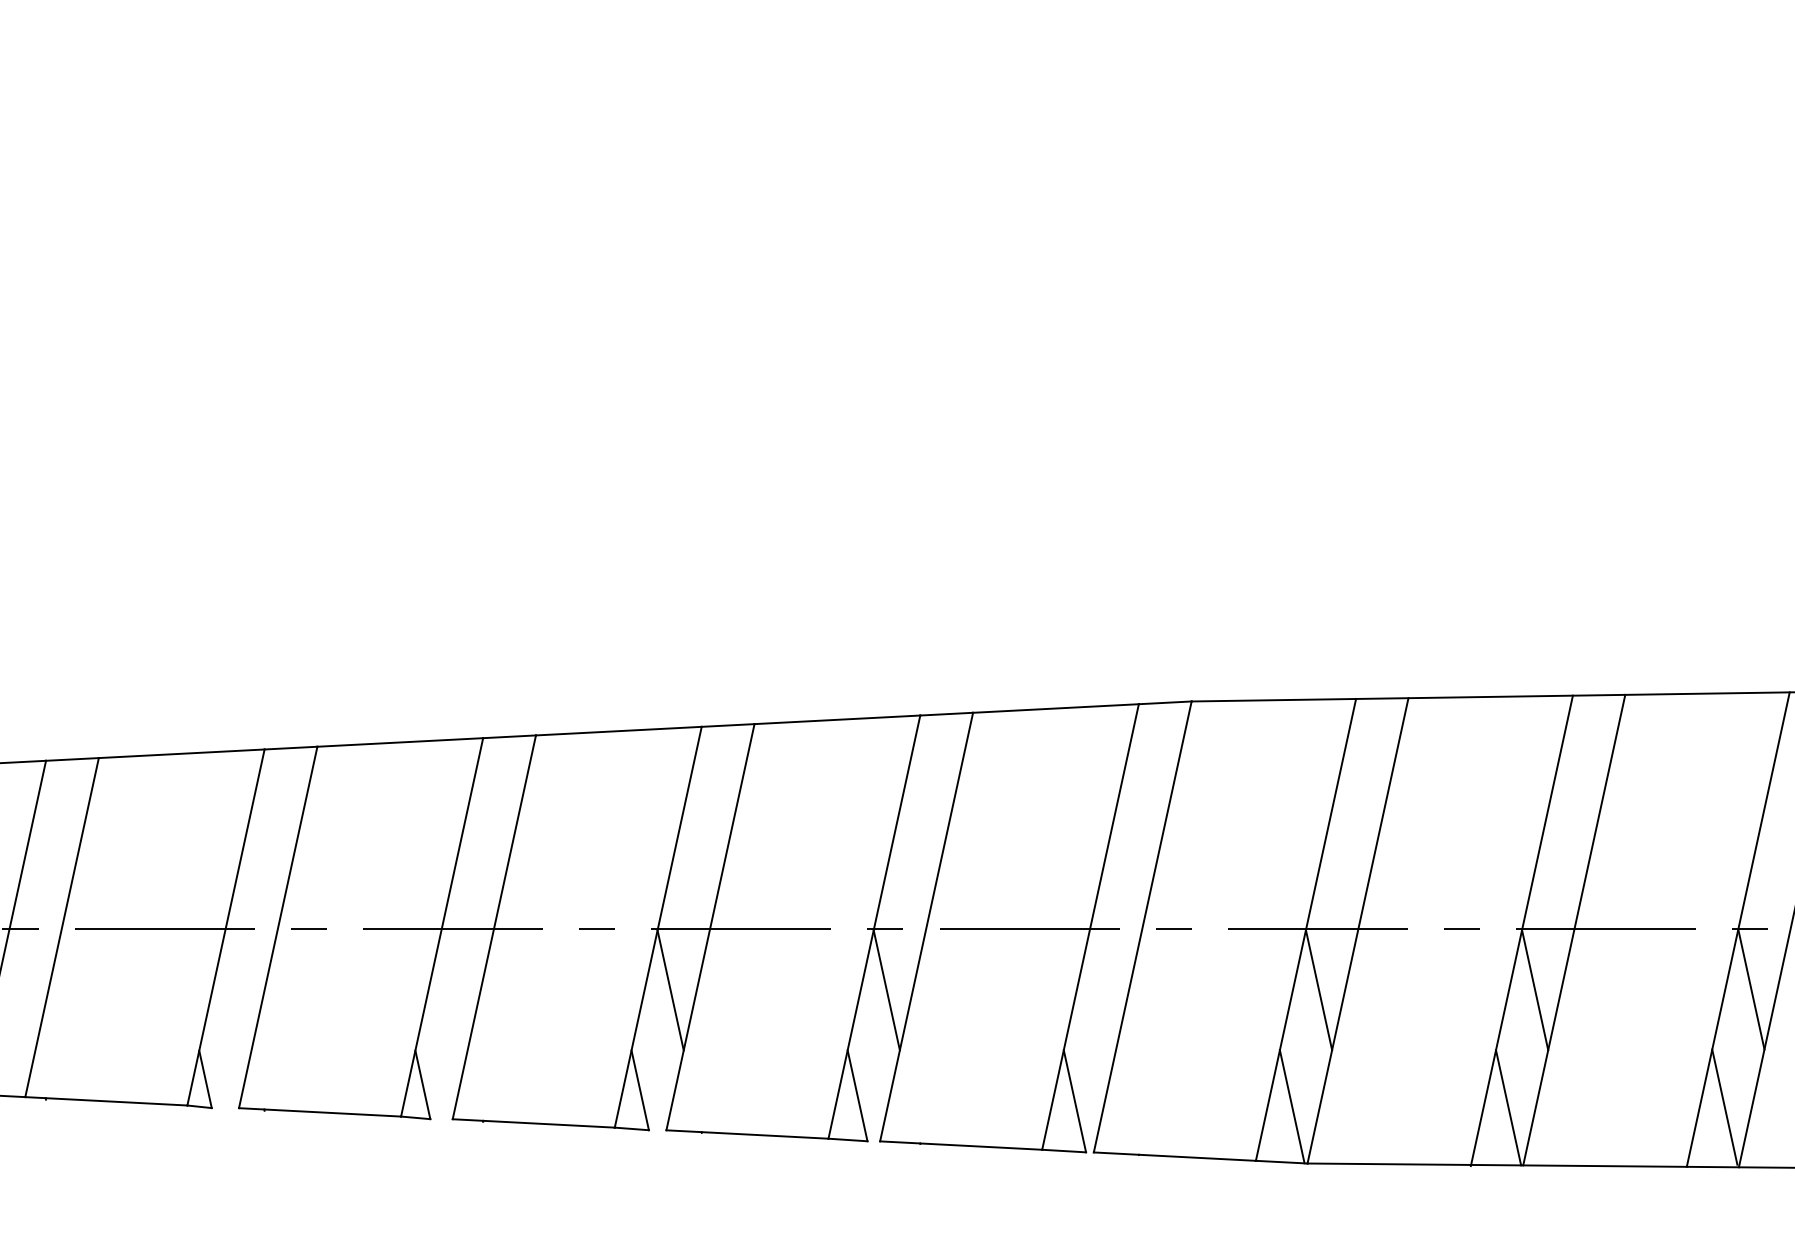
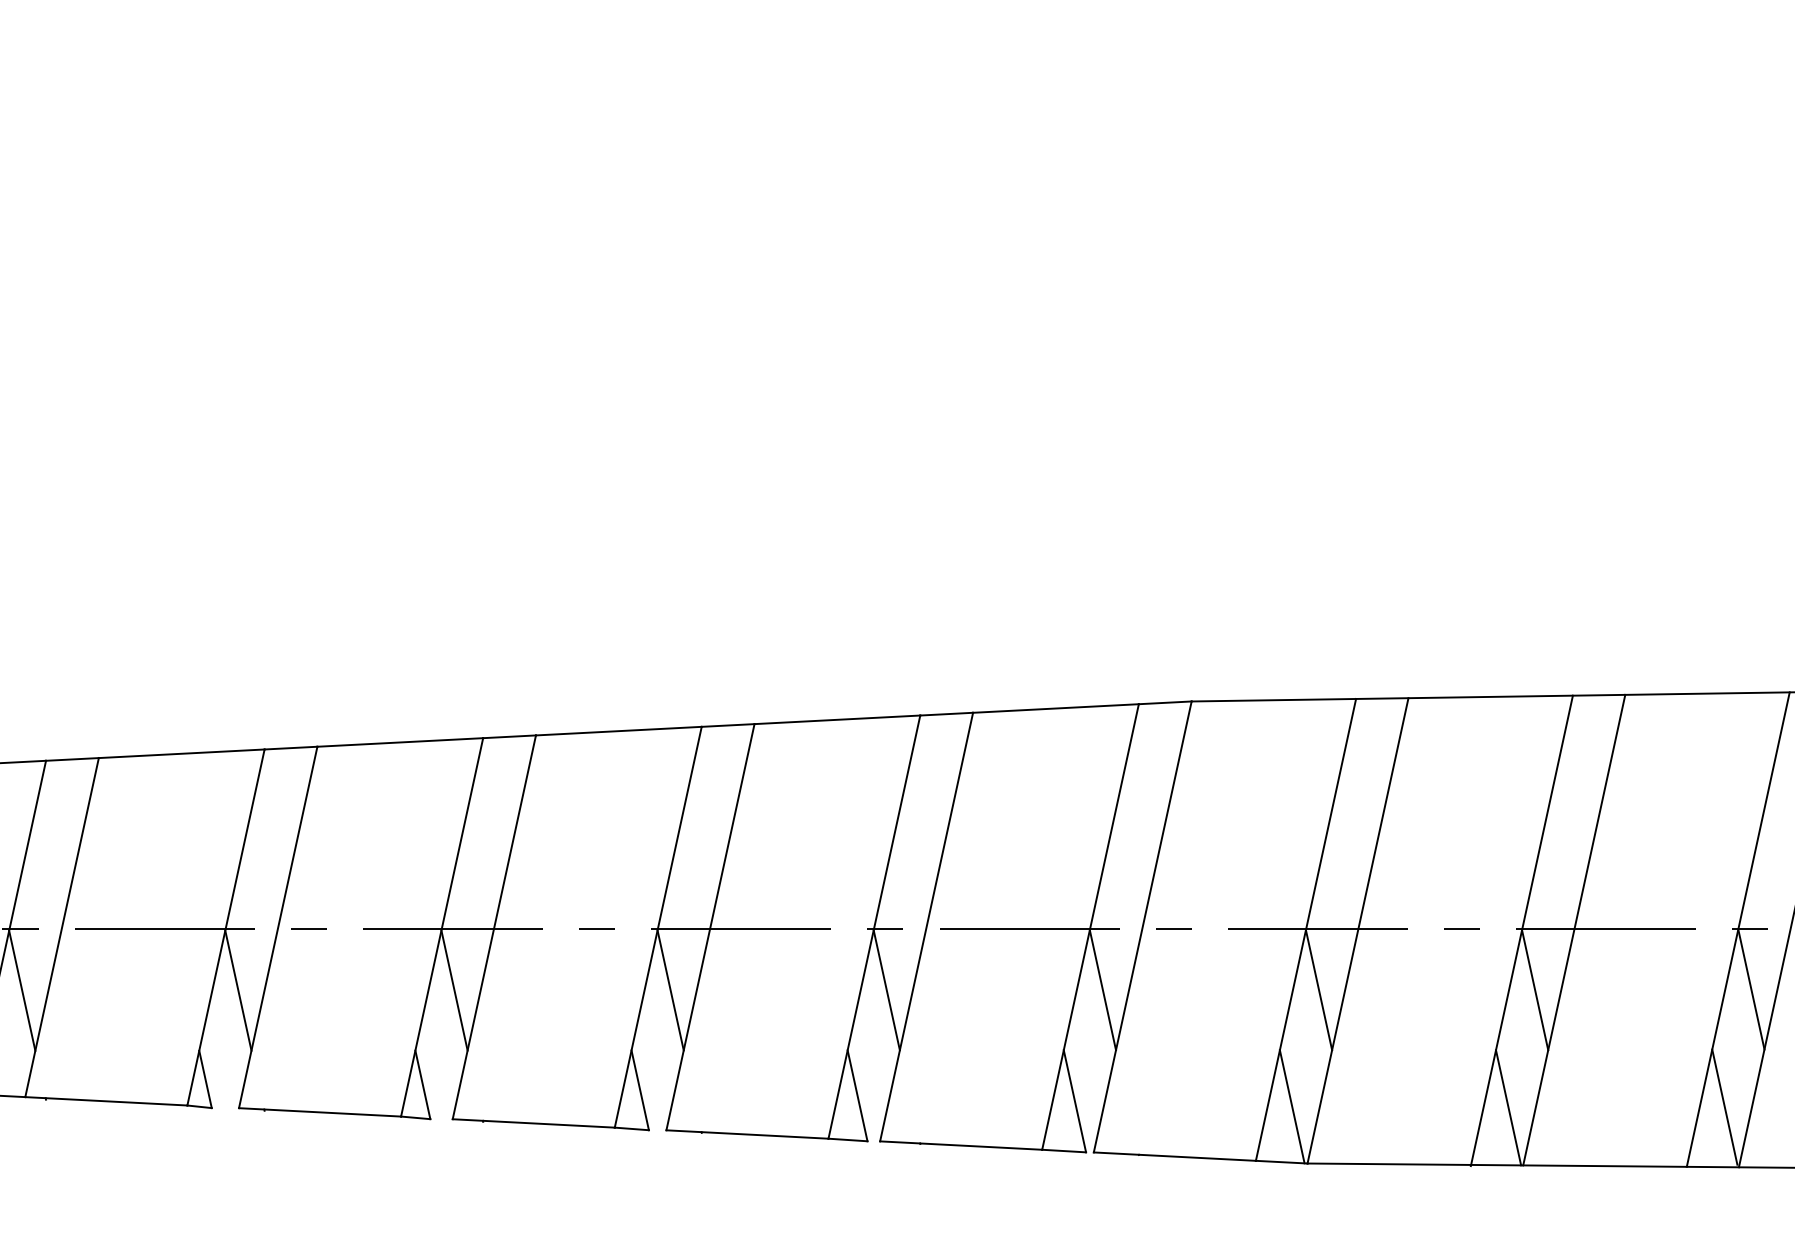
line at (22, 990): none -> present
line at (238, 990): none -> present
line at (454, 990): none -> present
line at (1102, 990): none -> present
